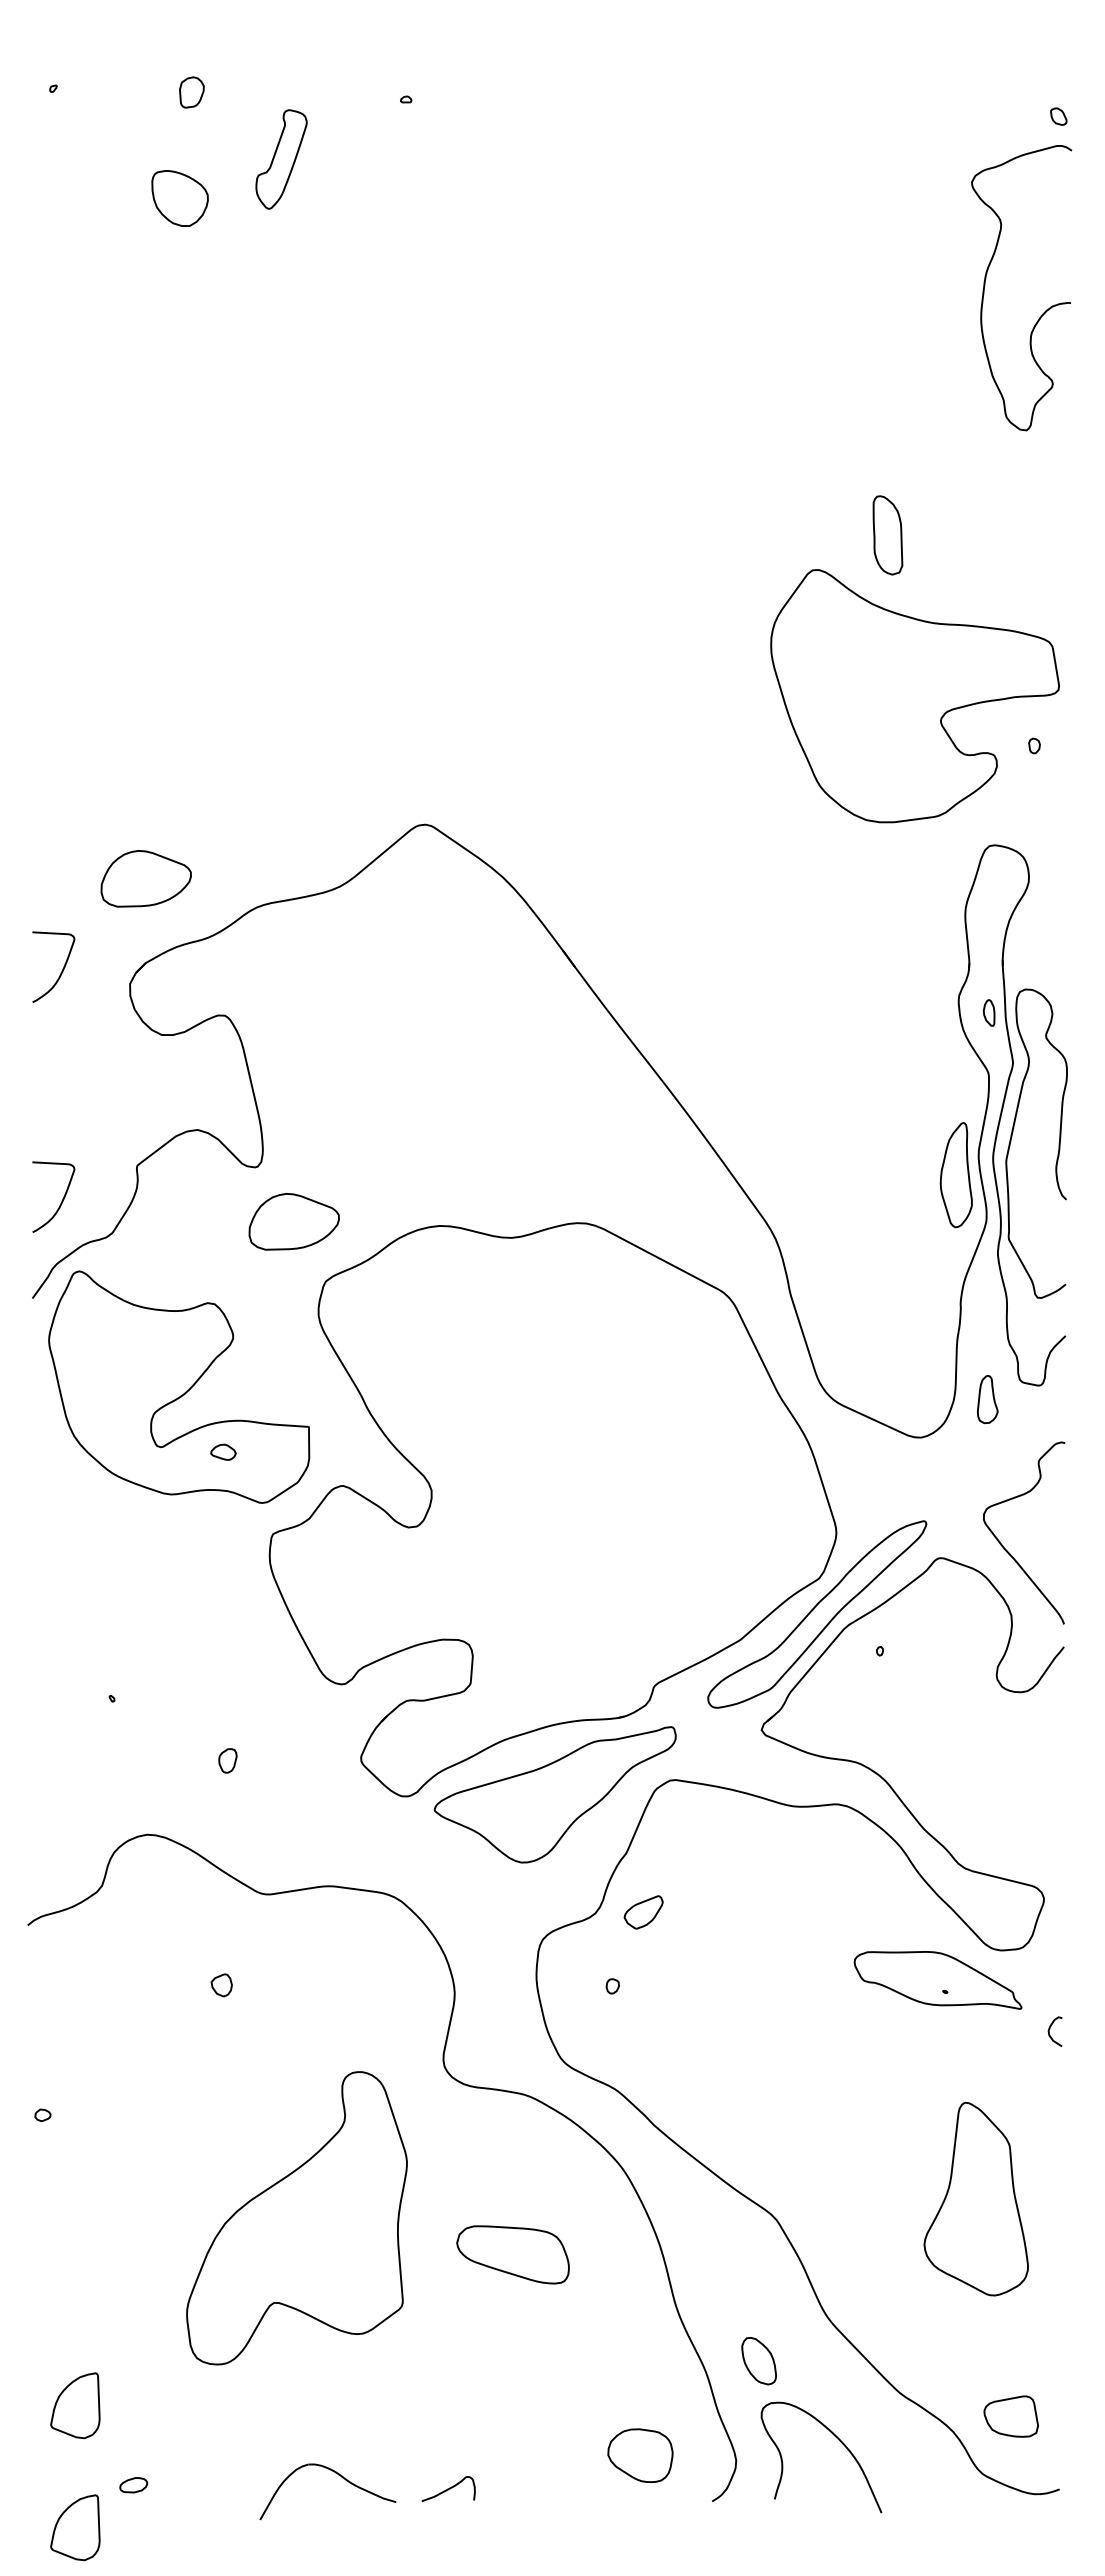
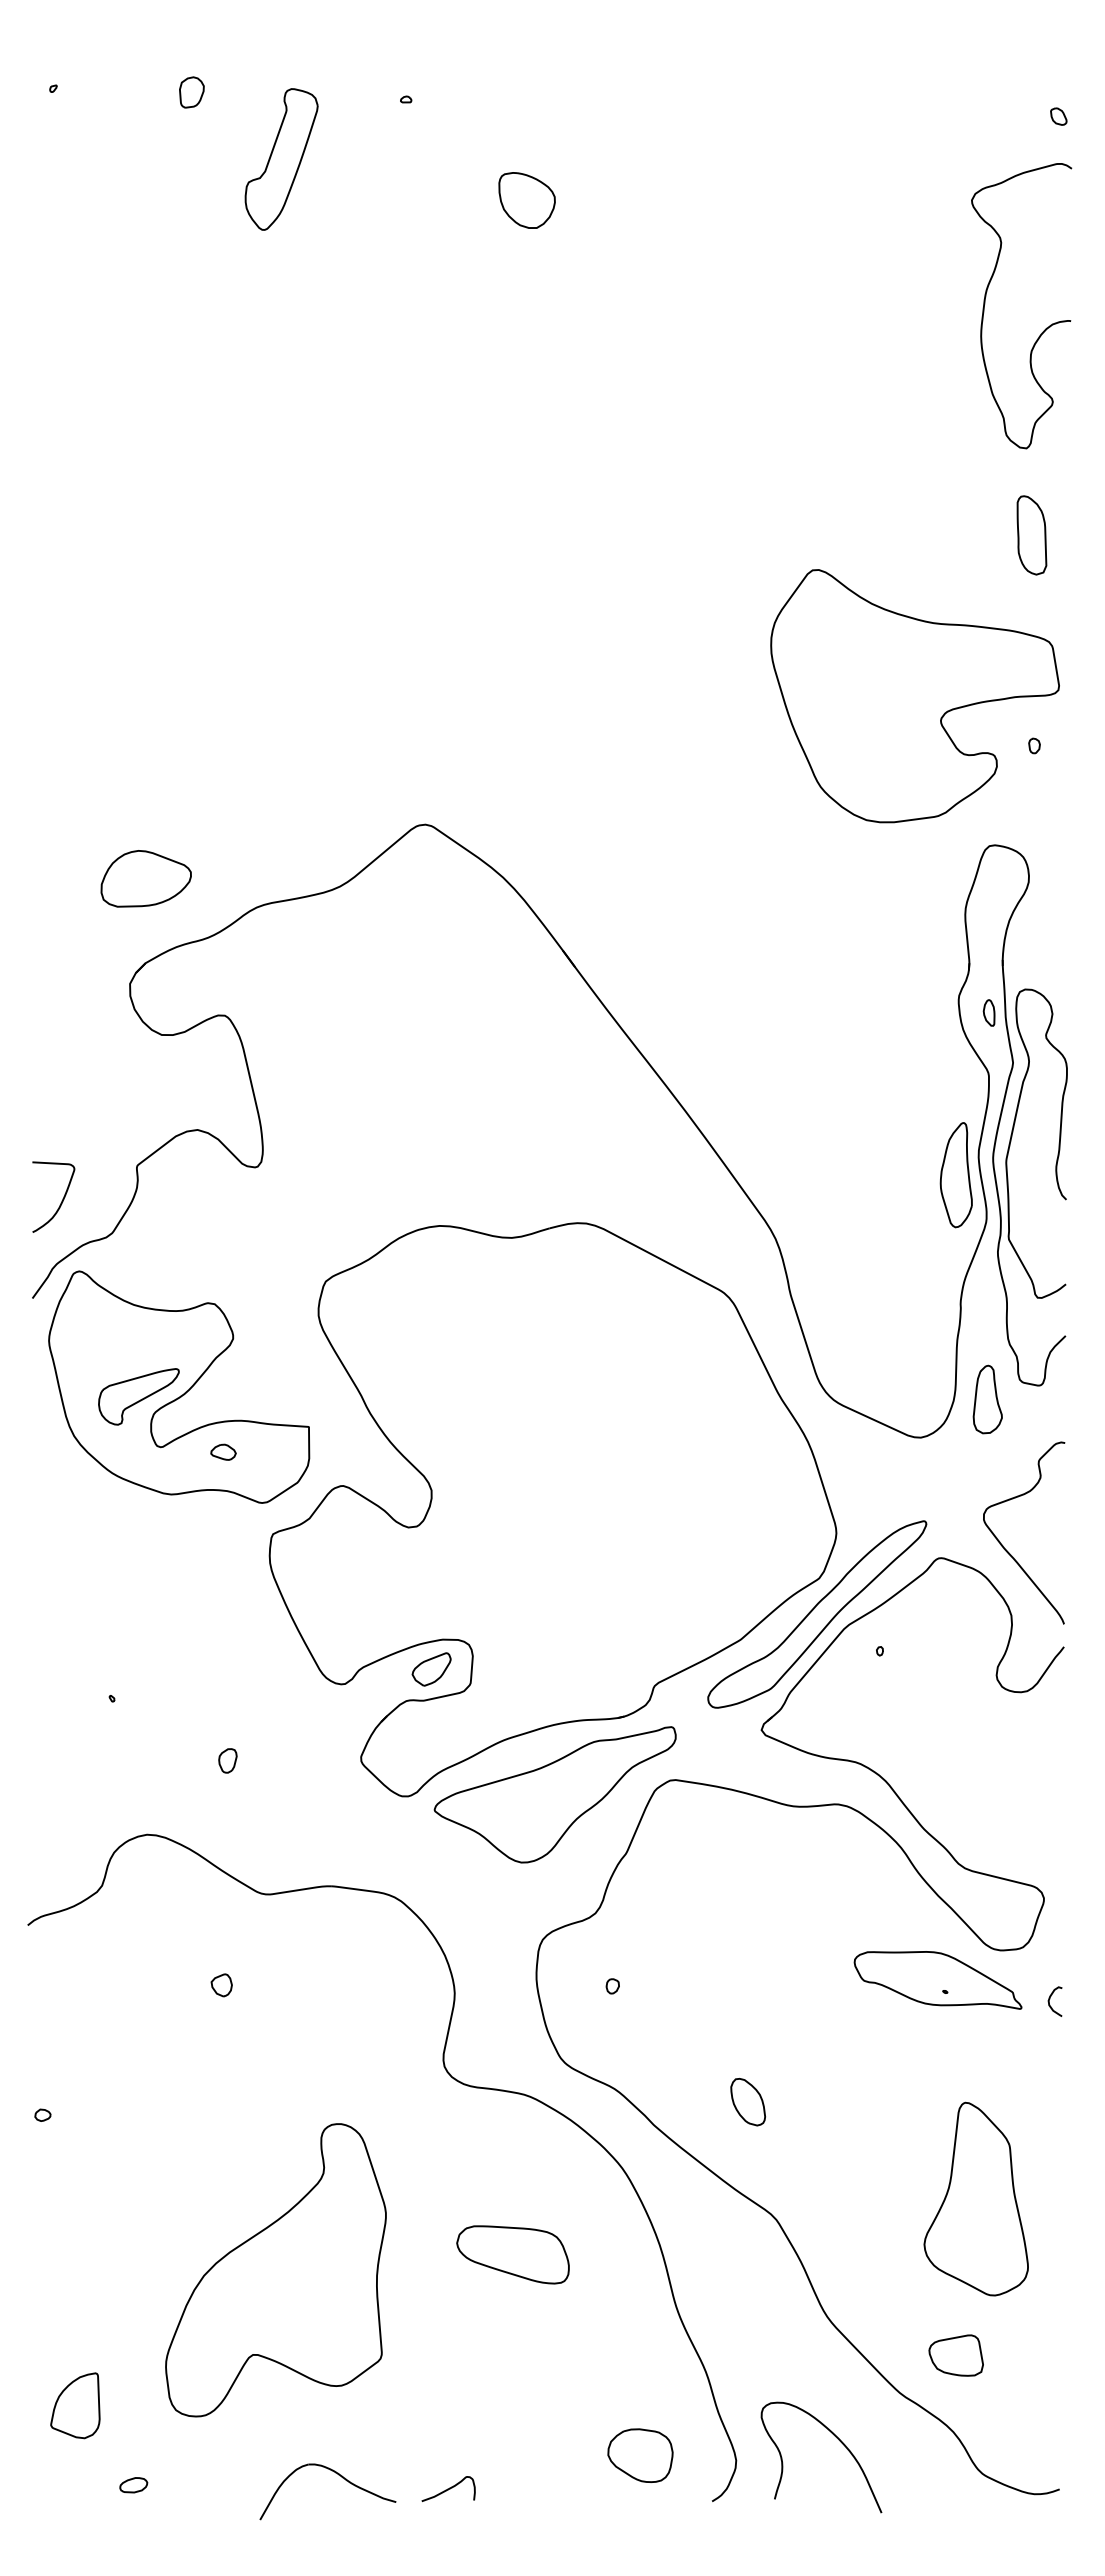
part at (281, 159) size: 53x101 px -> 75x143 px
part at (179, 198) position: (179, 198) -> (526, 200)
curve at (1044, 311) position: (1044, 311) -> (1044, 329)
part at (887, 535) position: (887, 535) -> (1031, 535)
curve at (61, 970): present -> none
part at (293, 1221): present -> none
part at (138, 1396): none -> present
part at (987, 1399) size: 22x50 px -> 31x71 px
part at (643, 1912) position: (643, 1912) -> (431, 1669)
curve at (1050, 2029) position: (1050, 2029) -> (1050, 1999)
part at (296, 2218) position: (296, 2218) -> (275, 2270)
part at (759, 2361) position: (759, 2361) -> (748, 2102)
part at (1010, 2416) position: (1010, 2416) -> (955, 2355)
part at (75, 2527): present -> none
